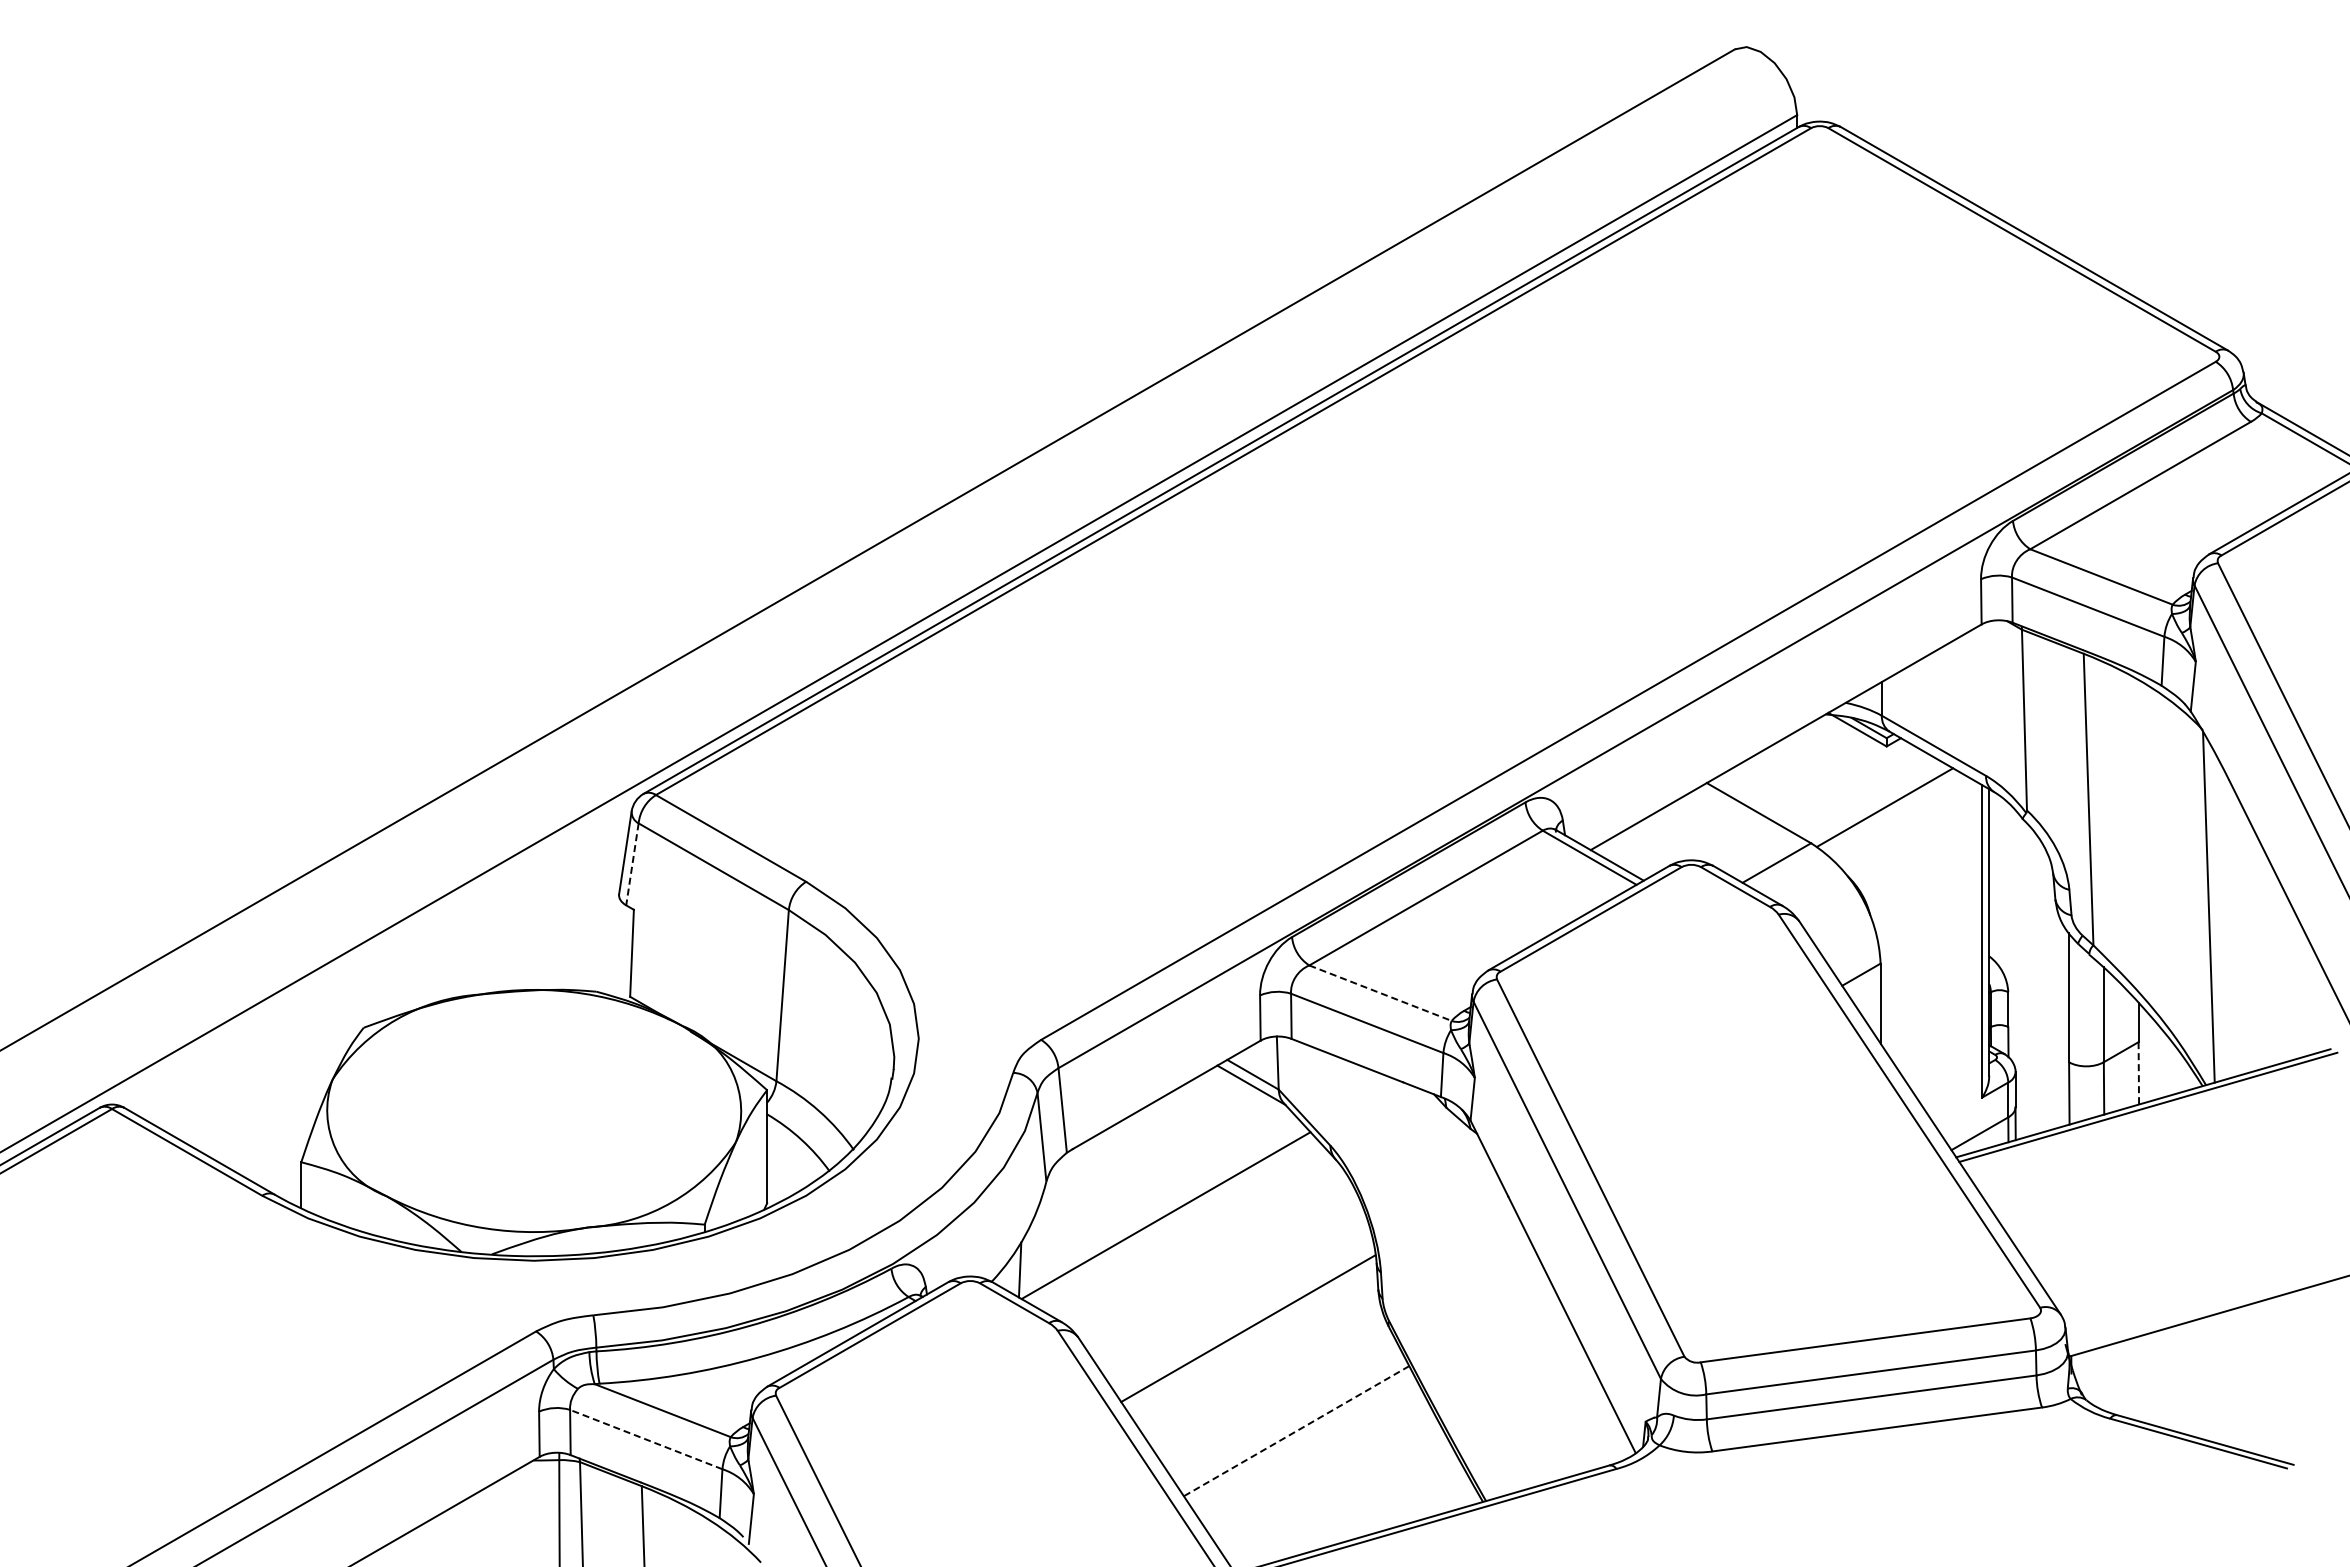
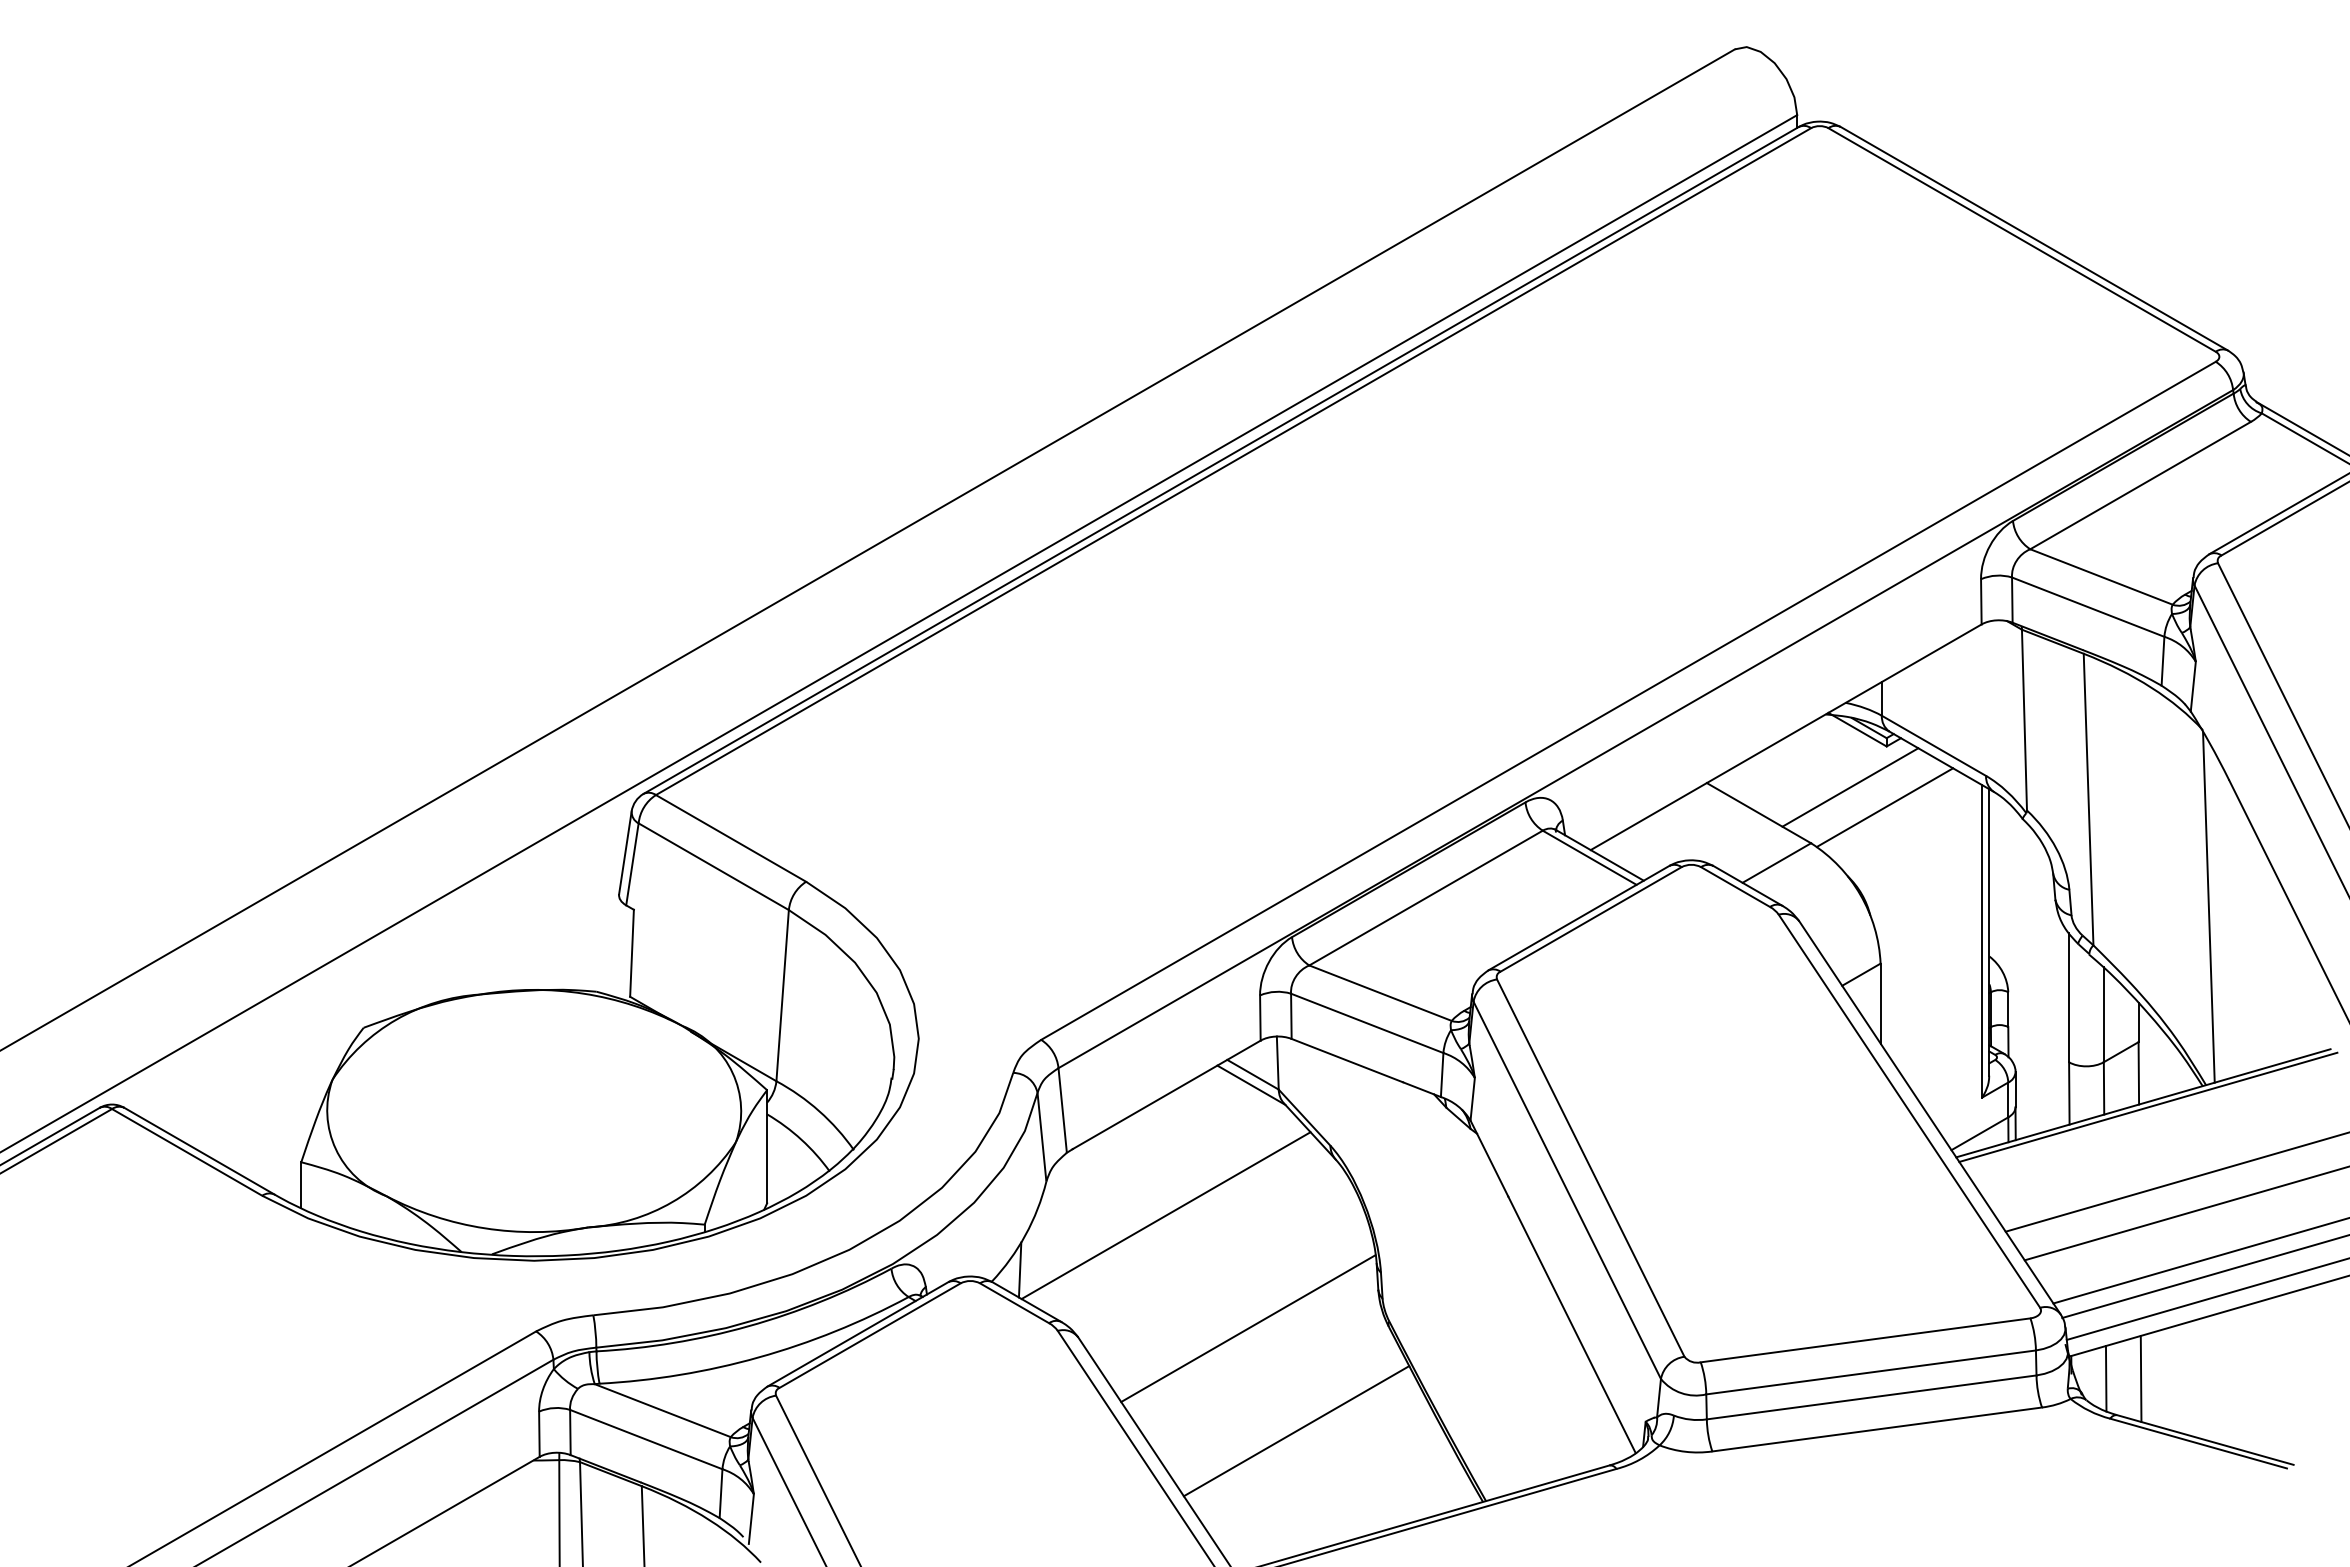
line at (1850, 787): none -> present
line at (632, 864): dashed -> solid
line at (1381, 993): dashed -> solid
line at (2138, 1073): dashed -> solid
line at (2175, 1182): none -> present
line at (2185, 1213): none -> present
line at (2199, 1260): none -> present
line at (2204, 1276): none -> present
line at (2206, 1299): none -> present
line at (2105, 1378): none -> present
line at (2140, 1378): none -> present
line at (1296, 1431): dashed -> solid
line at (646, 1439): dashed -> solid
